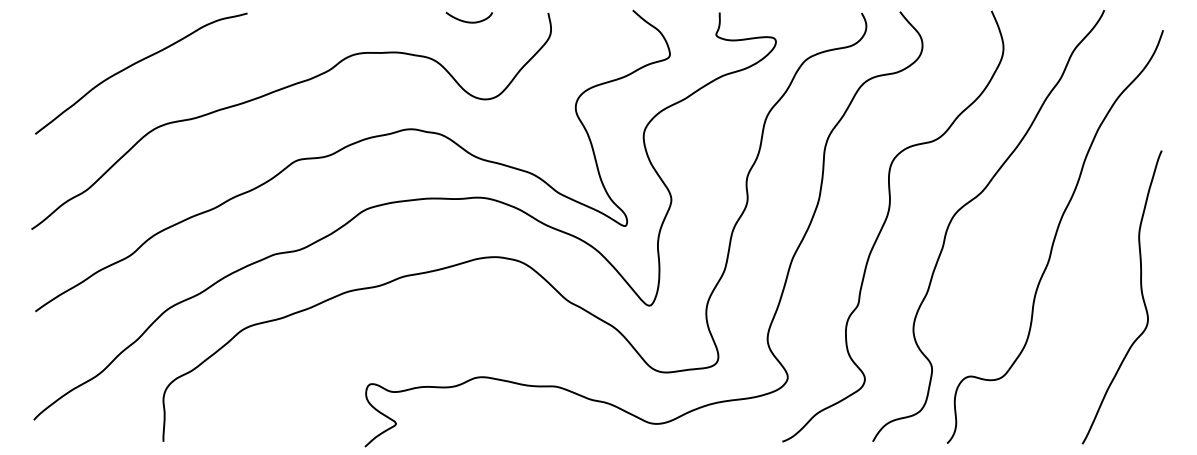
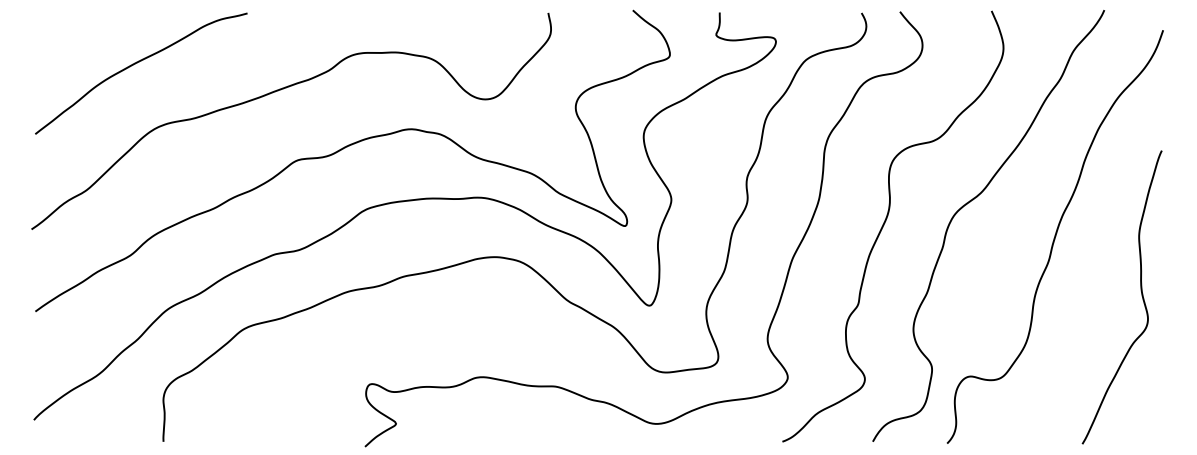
curve at (468, 21): present -> none
